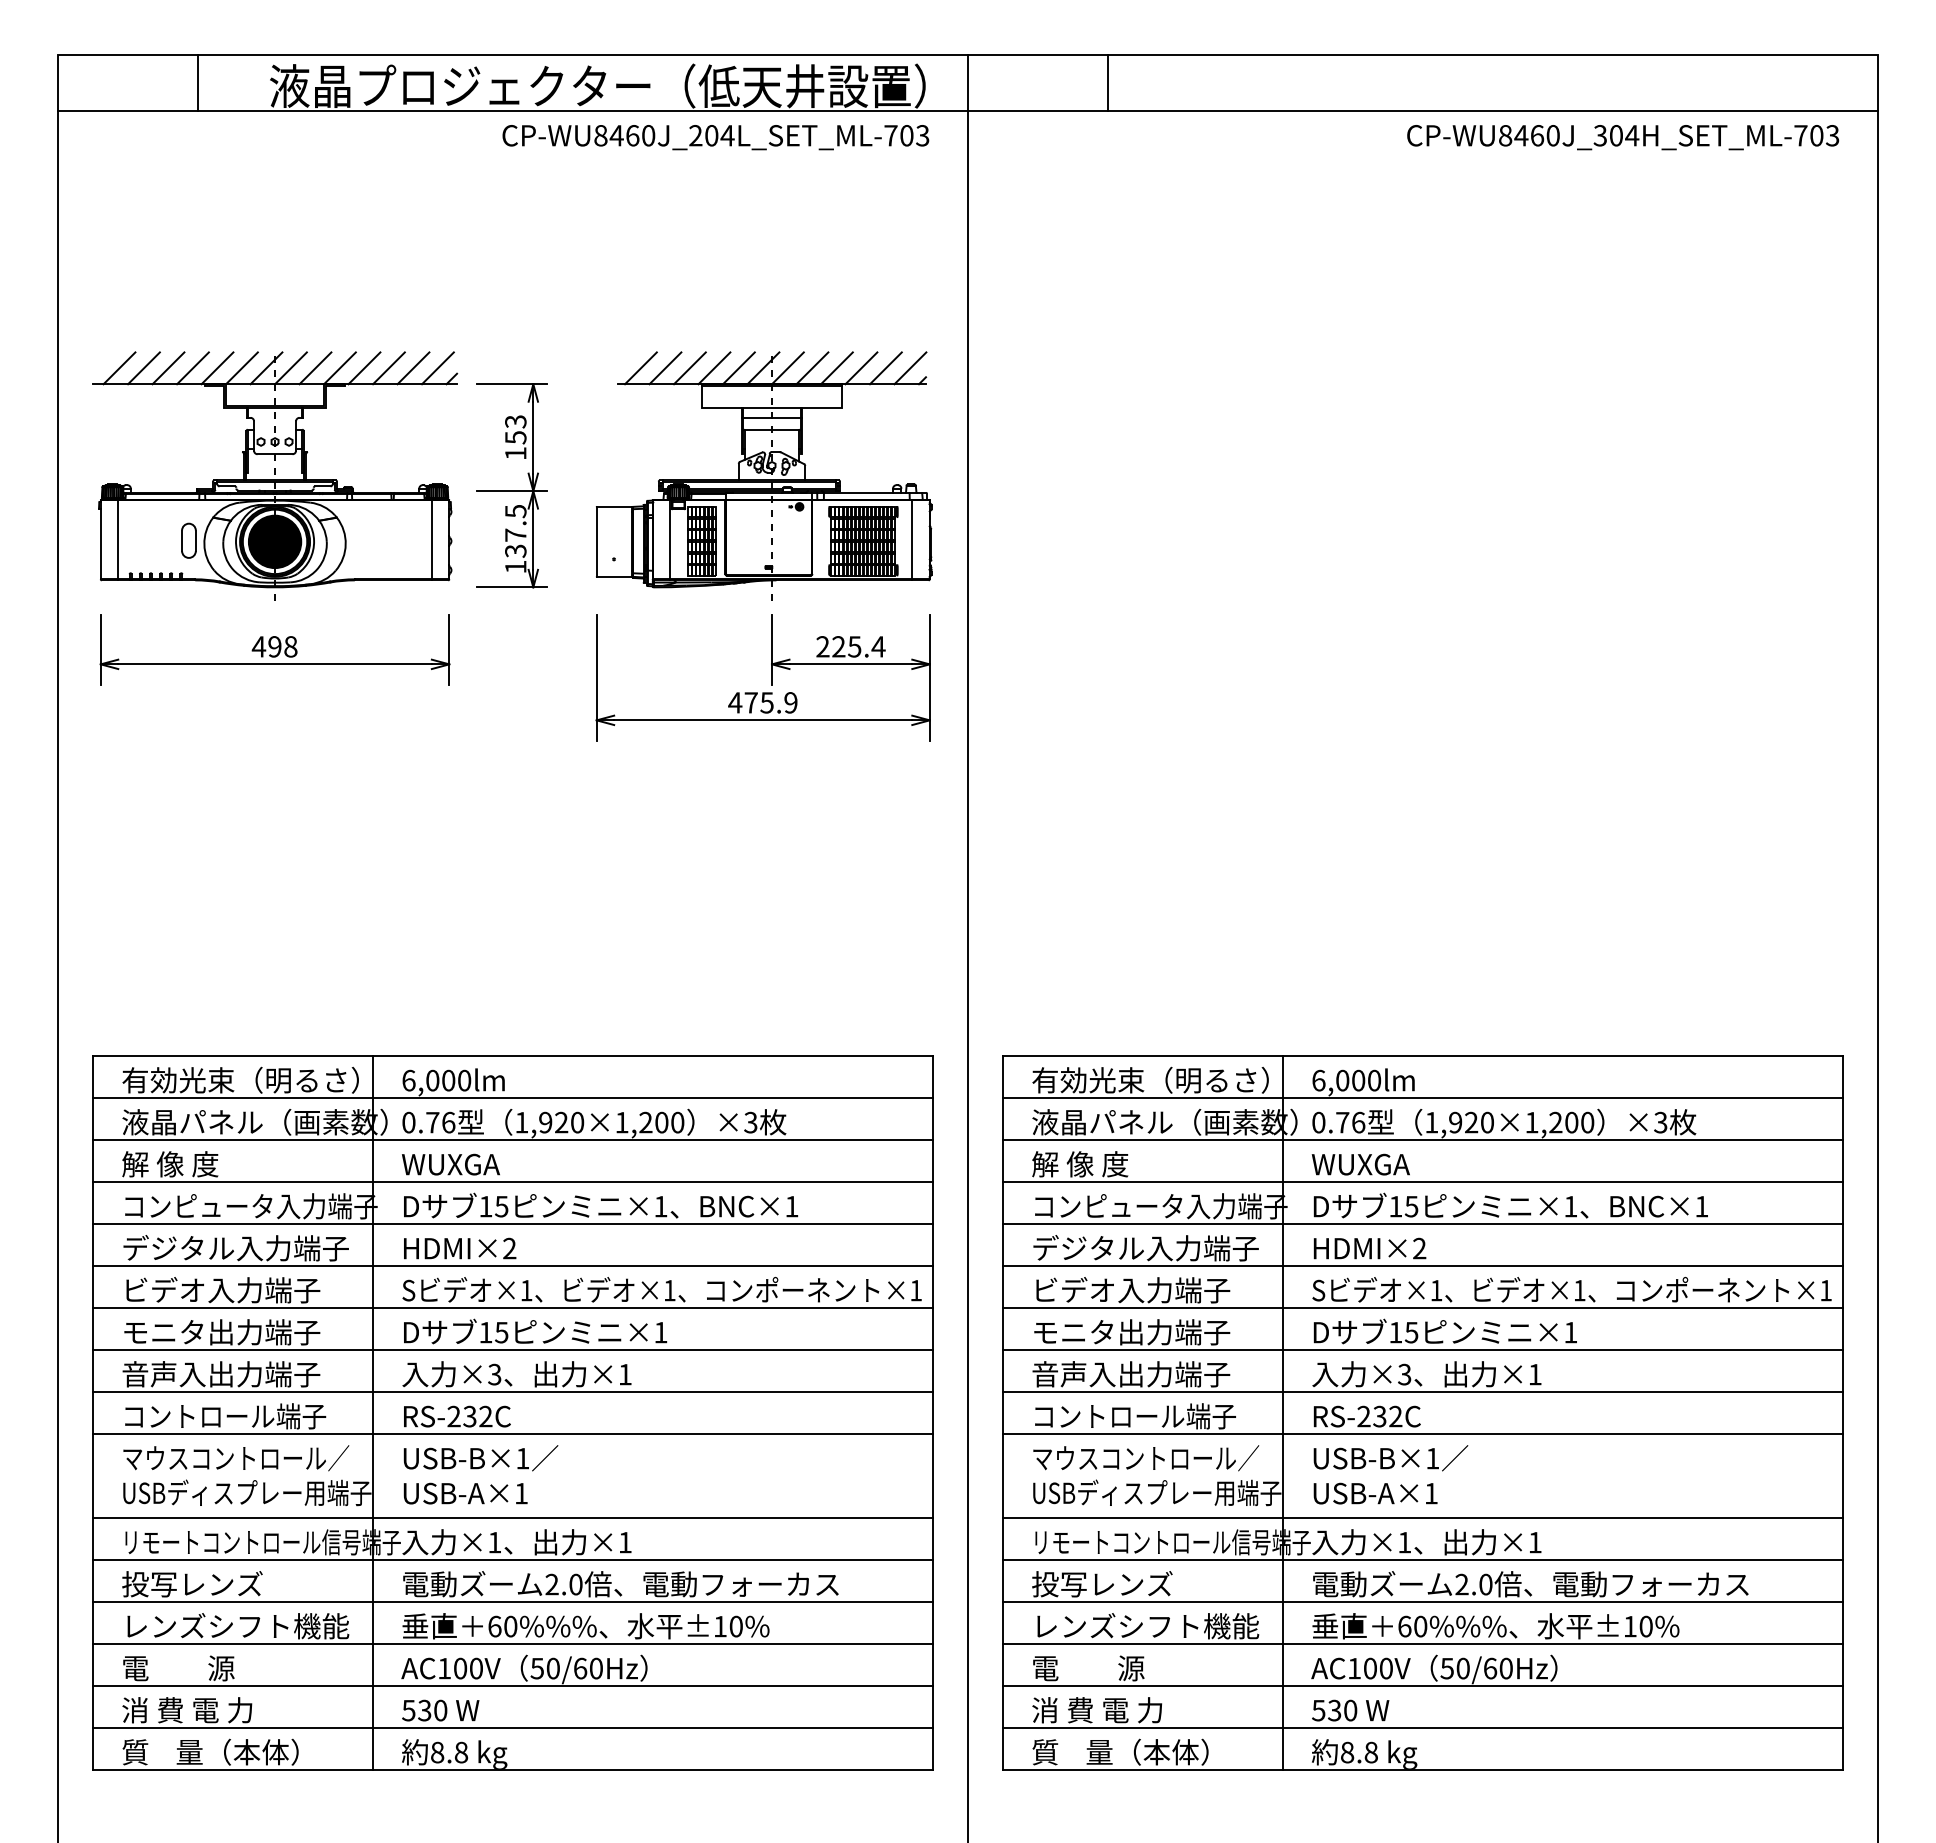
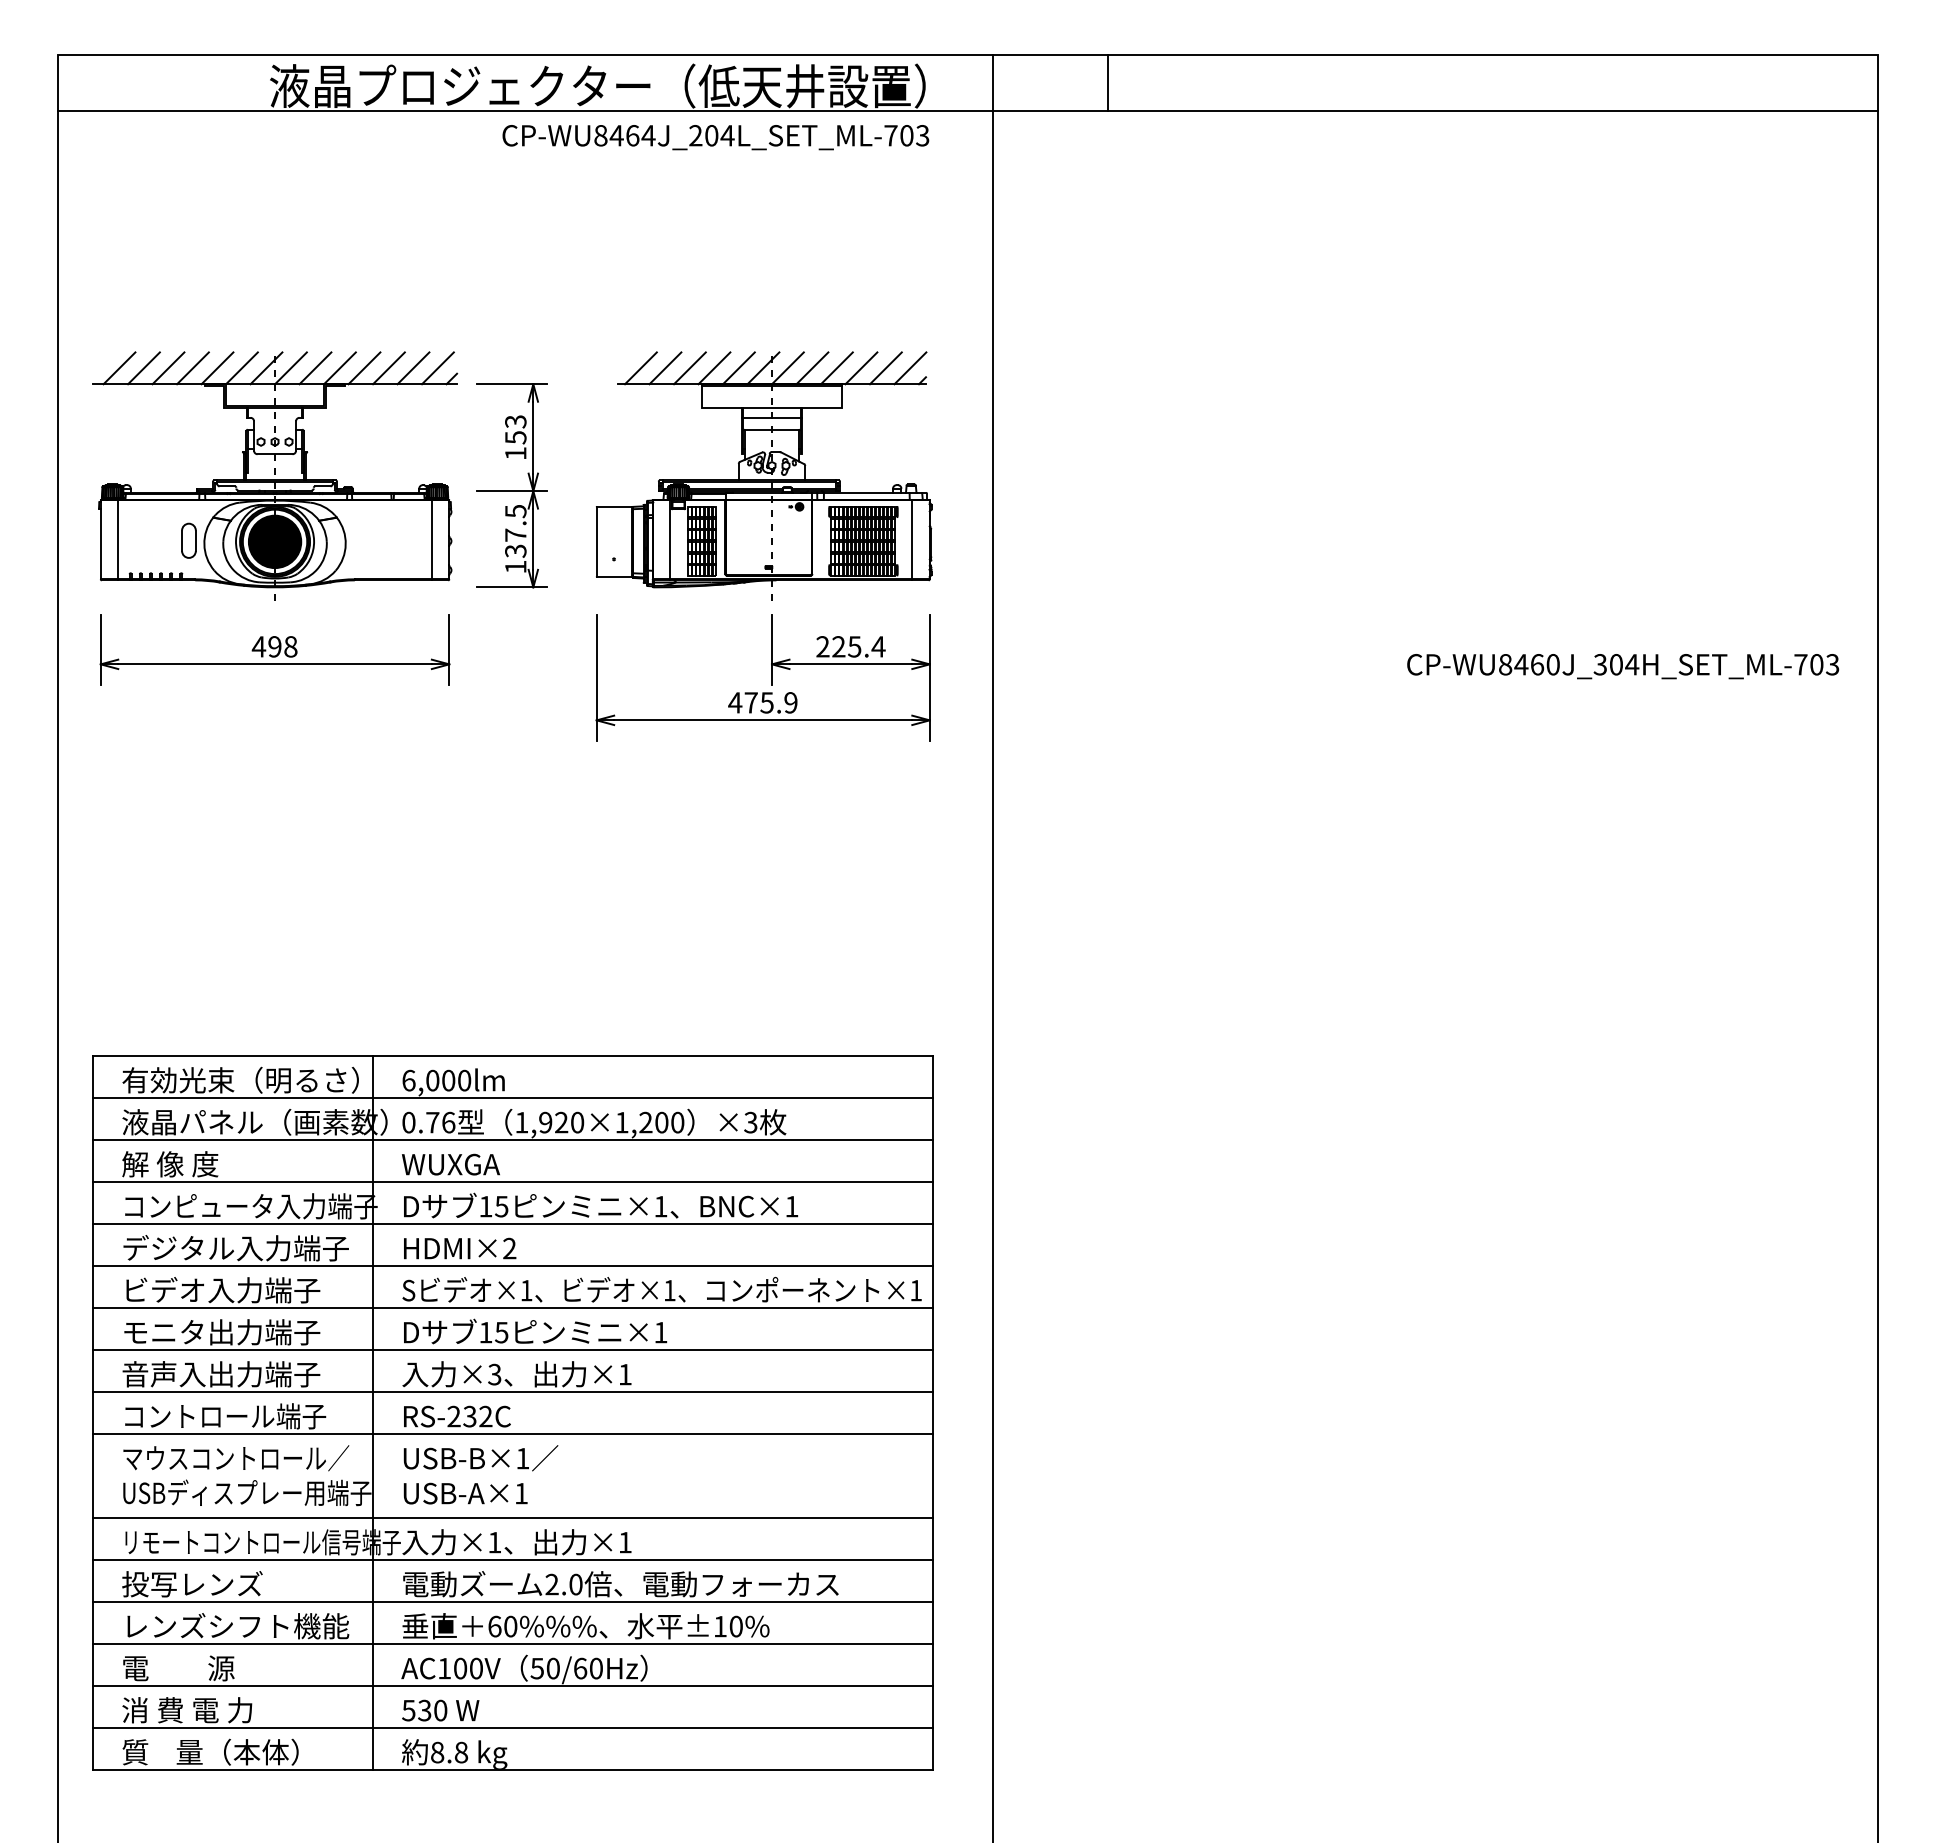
line at (198, 83): present -> none
text at (648, 135): CP-WU8460J_204L_SET_ML-703 -> CP-WU8464J_204L_SET_ML-703
text at (1623, 137) position: (1623, 137) -> (1623, 666)
line at (968, 947) position: (968, 947) -> (993, 947)
part at (1422, 1412): present -> none
